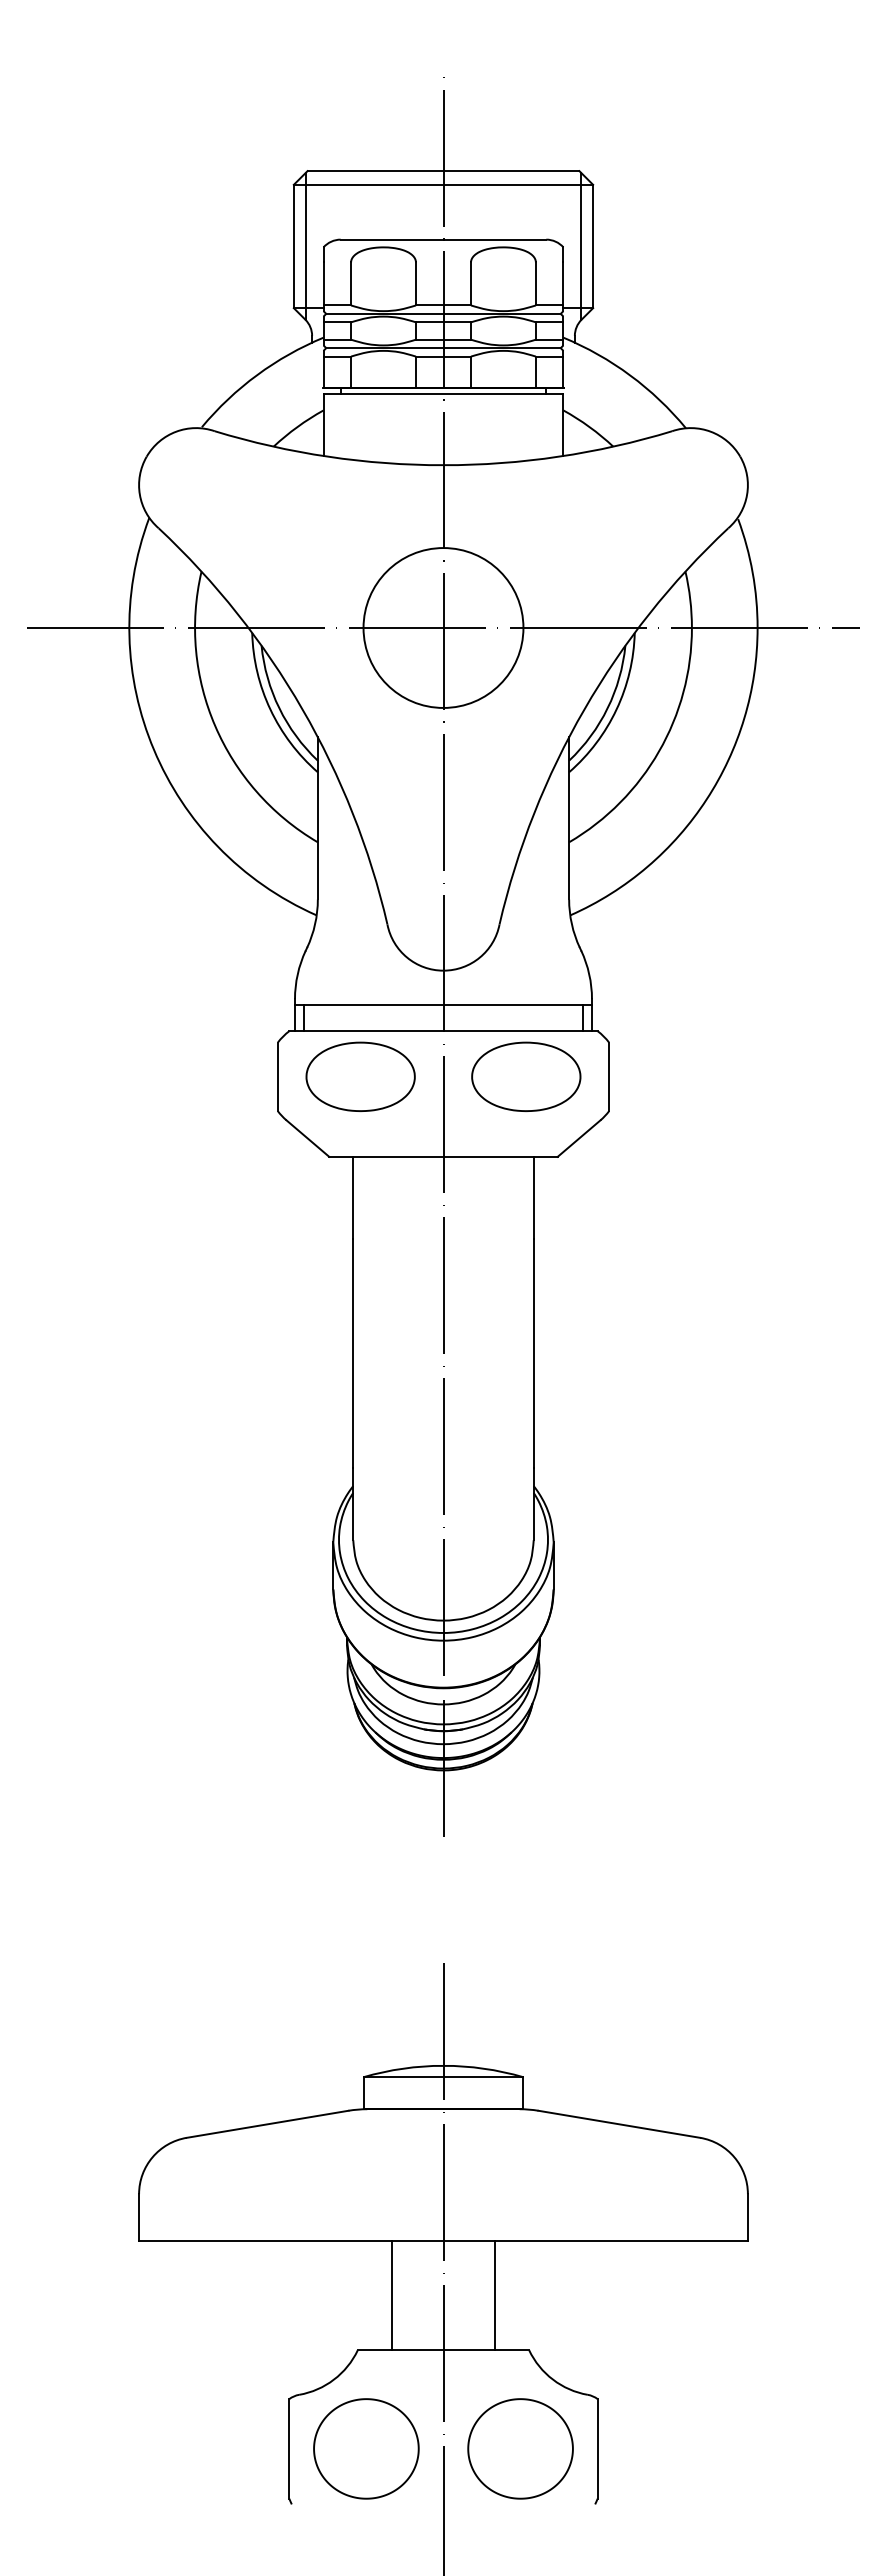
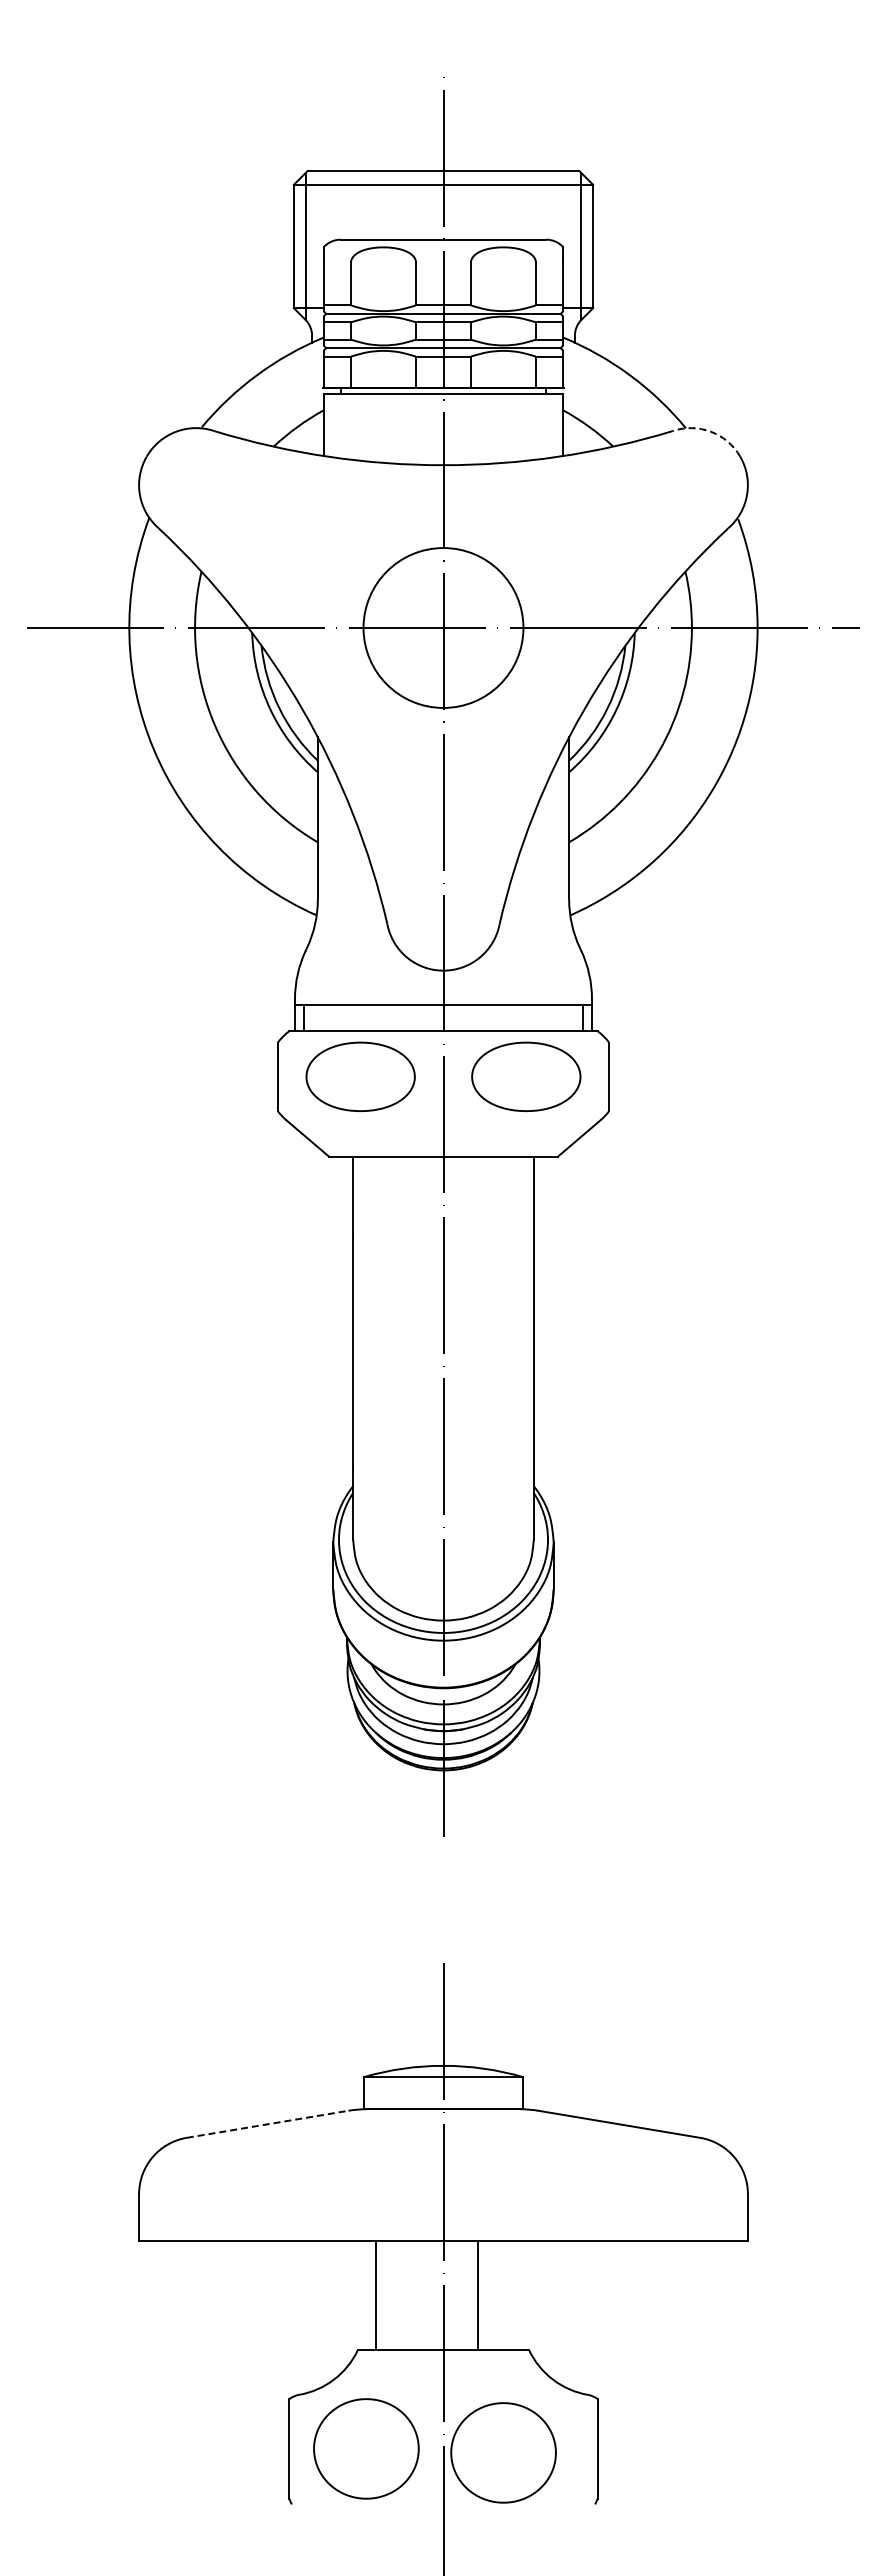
arc at (710, 431): solid -> dashed
line at (267, 2124): solid -> dashed
line at (392, 2295) position: (392, 2295) -> (376, 2295)
line at (494, 2295) position: (494, 2295) -> (477, 2295)
part at (520, 2448) position: (520, 2448) -> (503, 2452)
